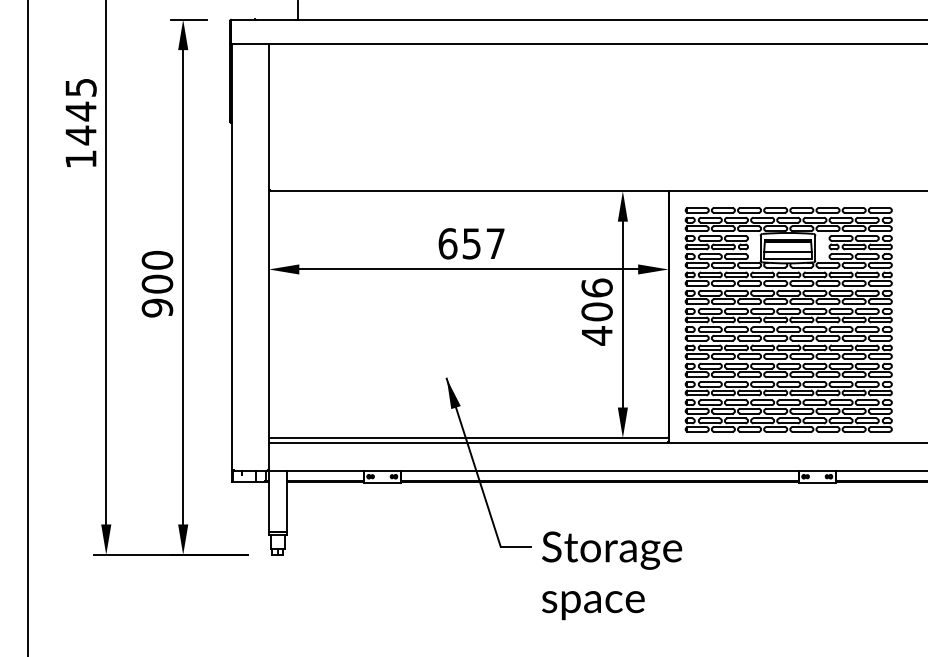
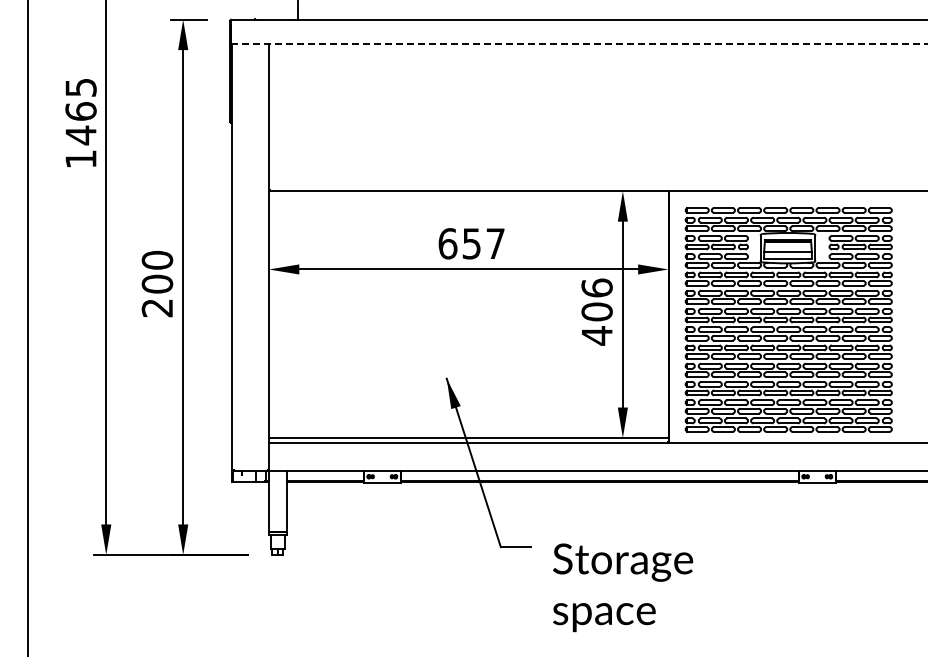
line at (578, 44): solid -> dashed
text at (80, 111): 1445 -> 1465
text at (157, 307): 900 -> 200
text at (612, 575) position: (612, 575) -> (623, 587)
